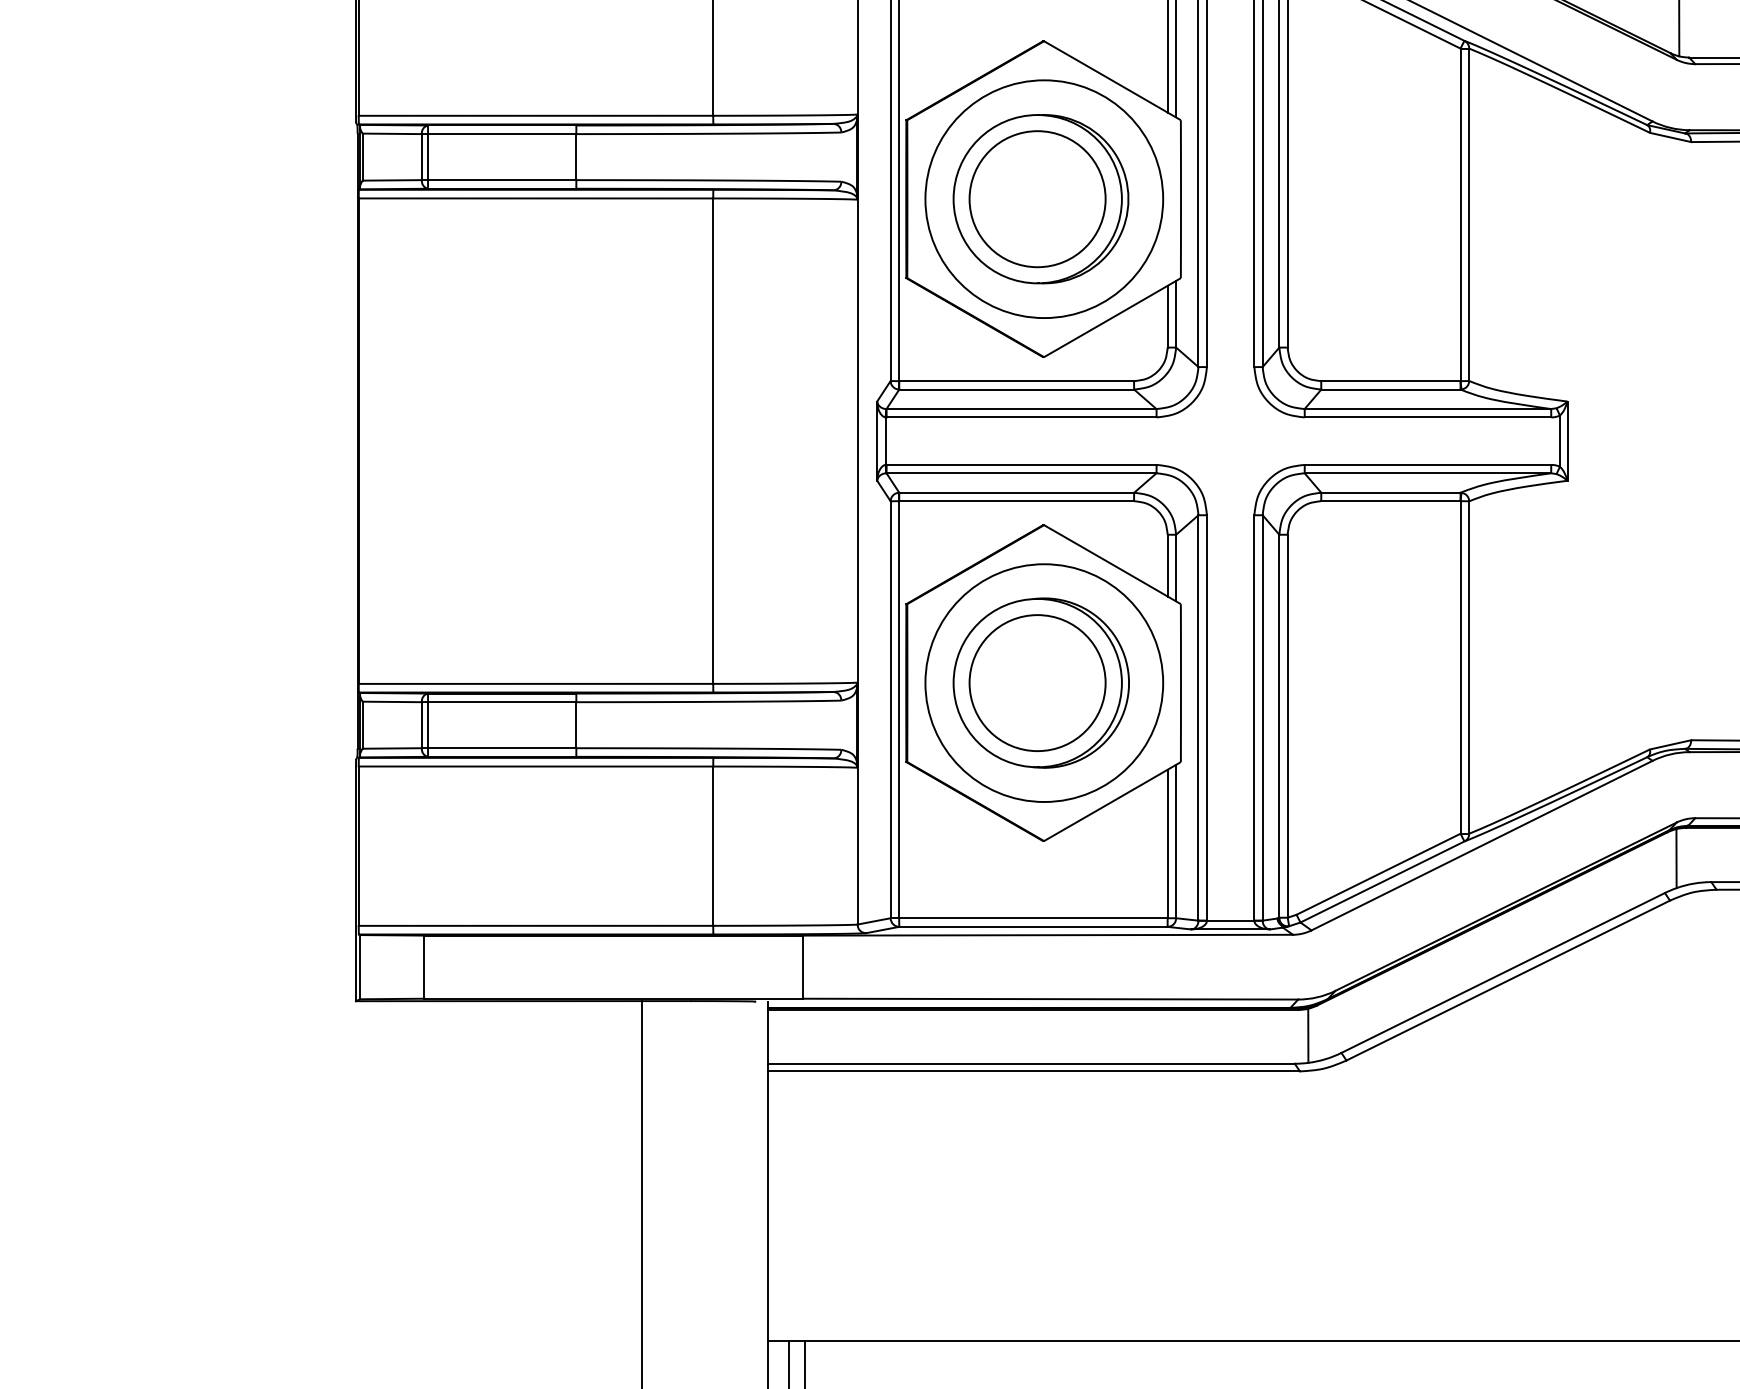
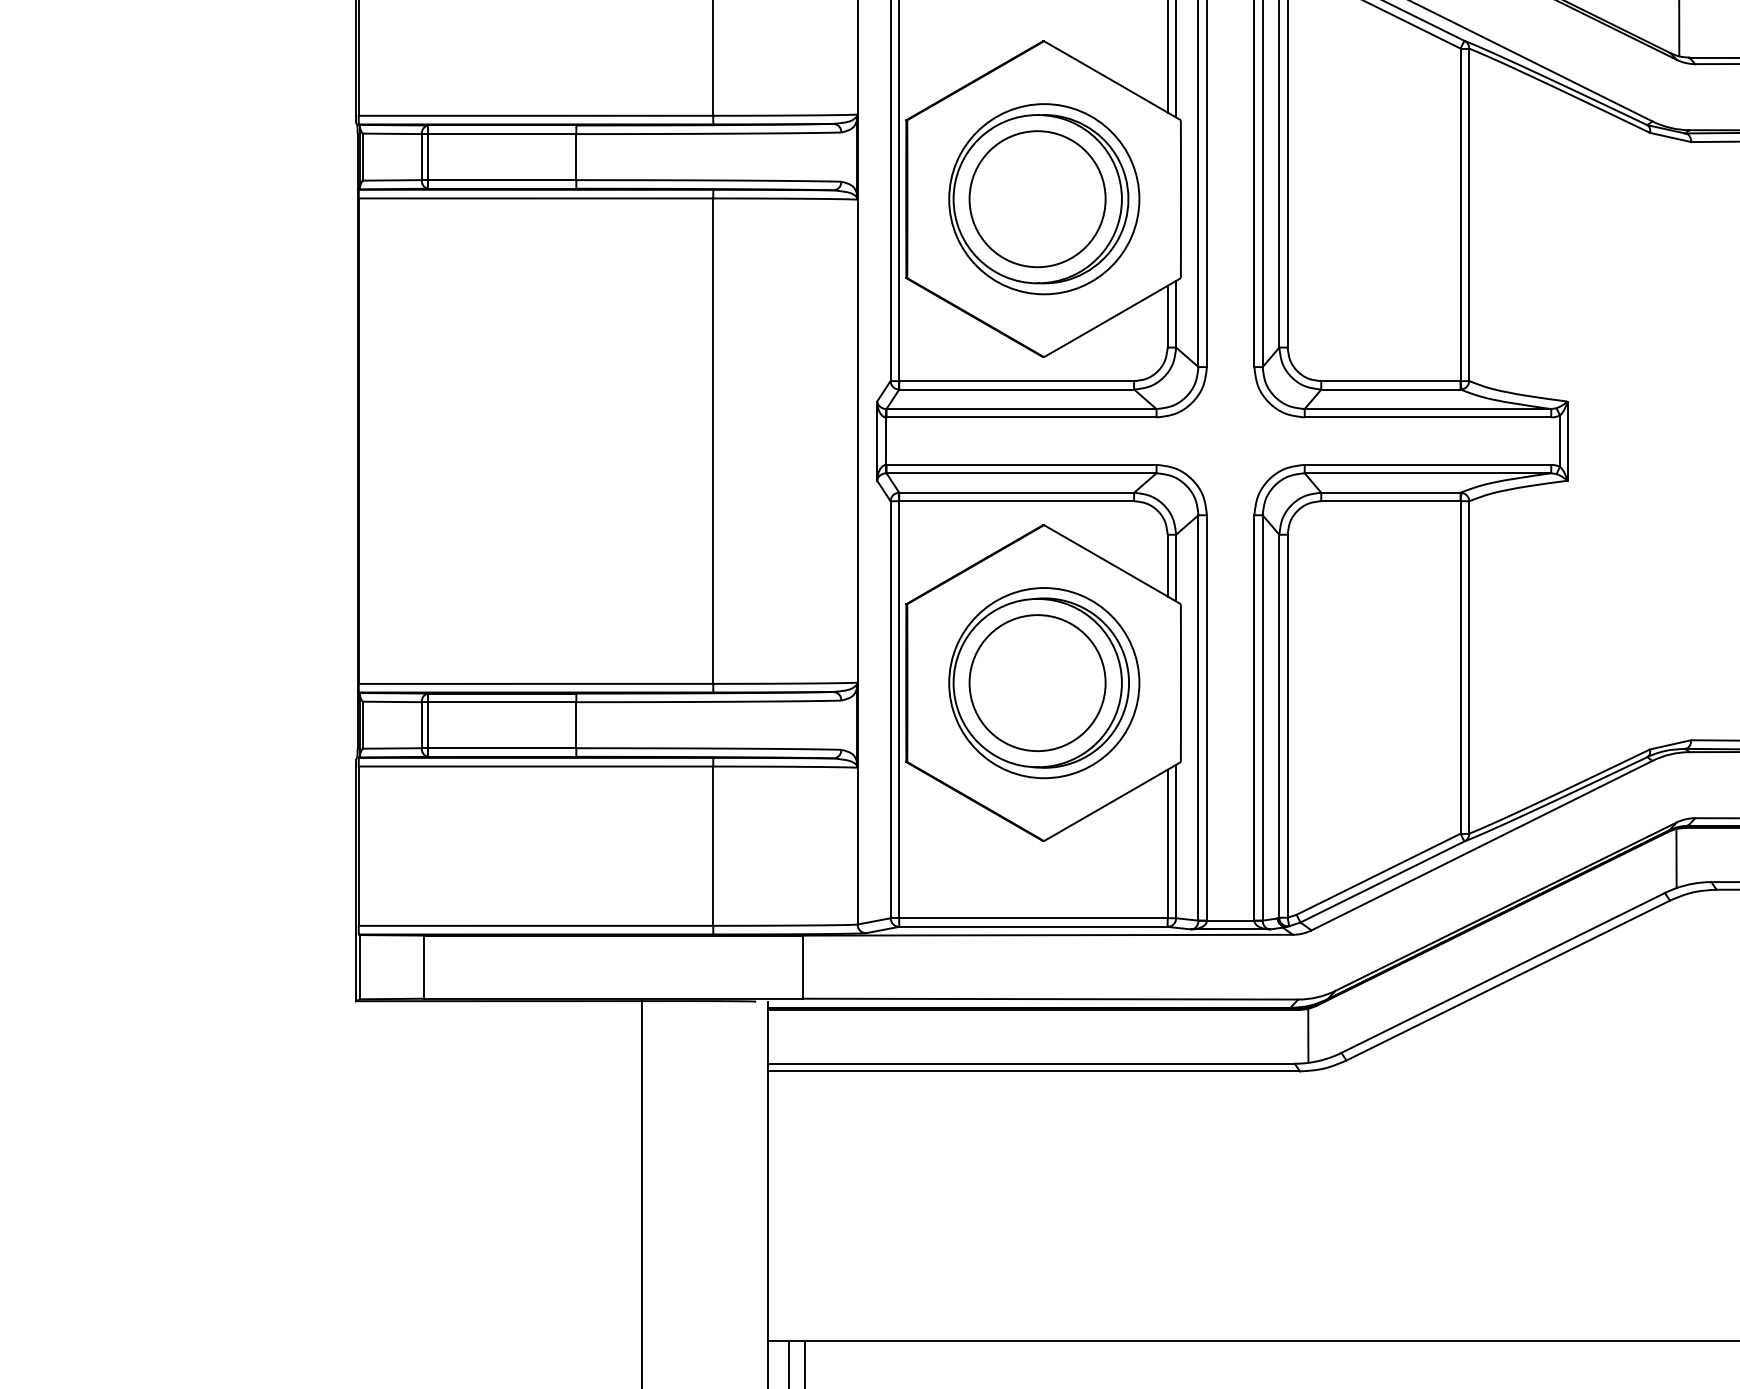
circle at (1044, 199) diameter: 238 px -> 190 px
circle at (1044, 683) diameter: 238 px -> 190 px
